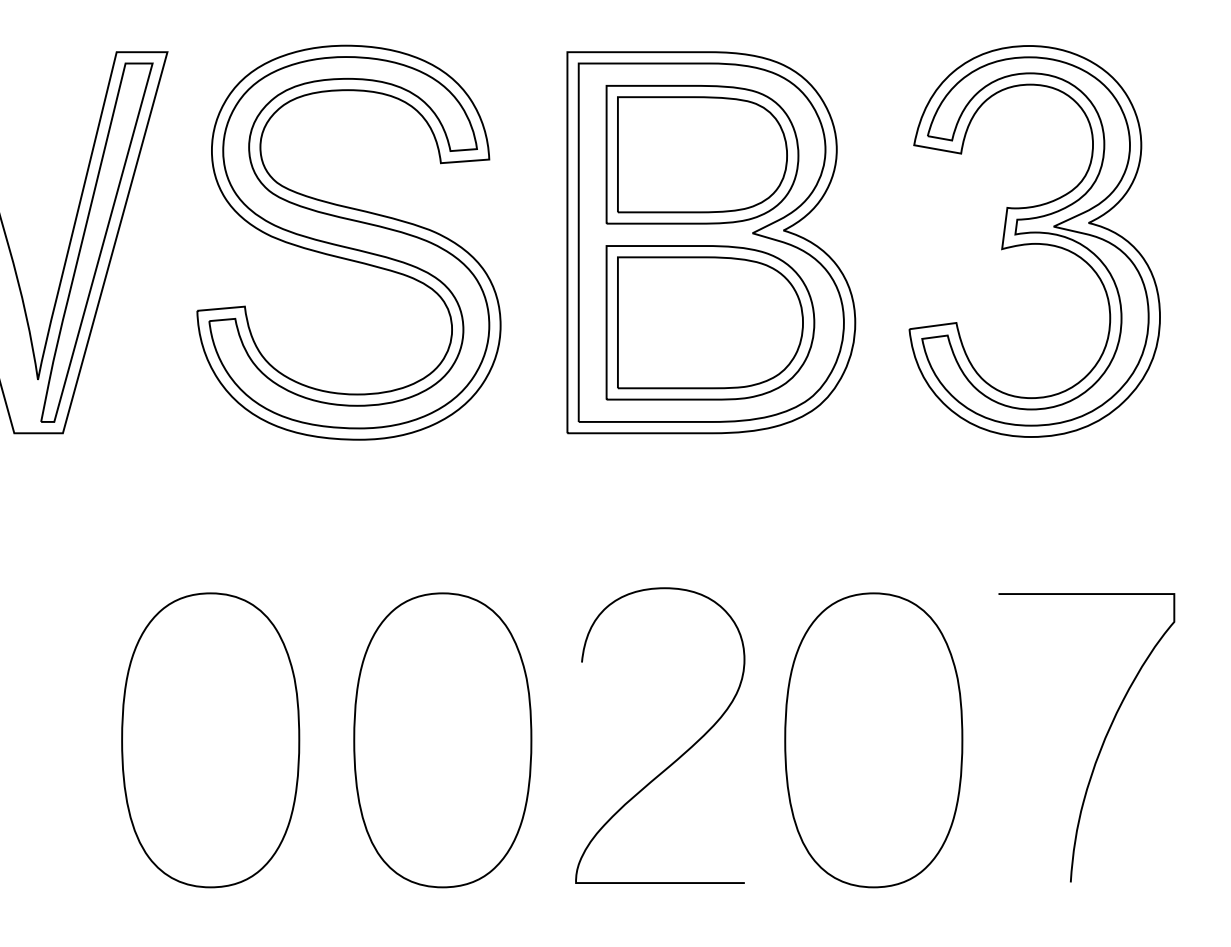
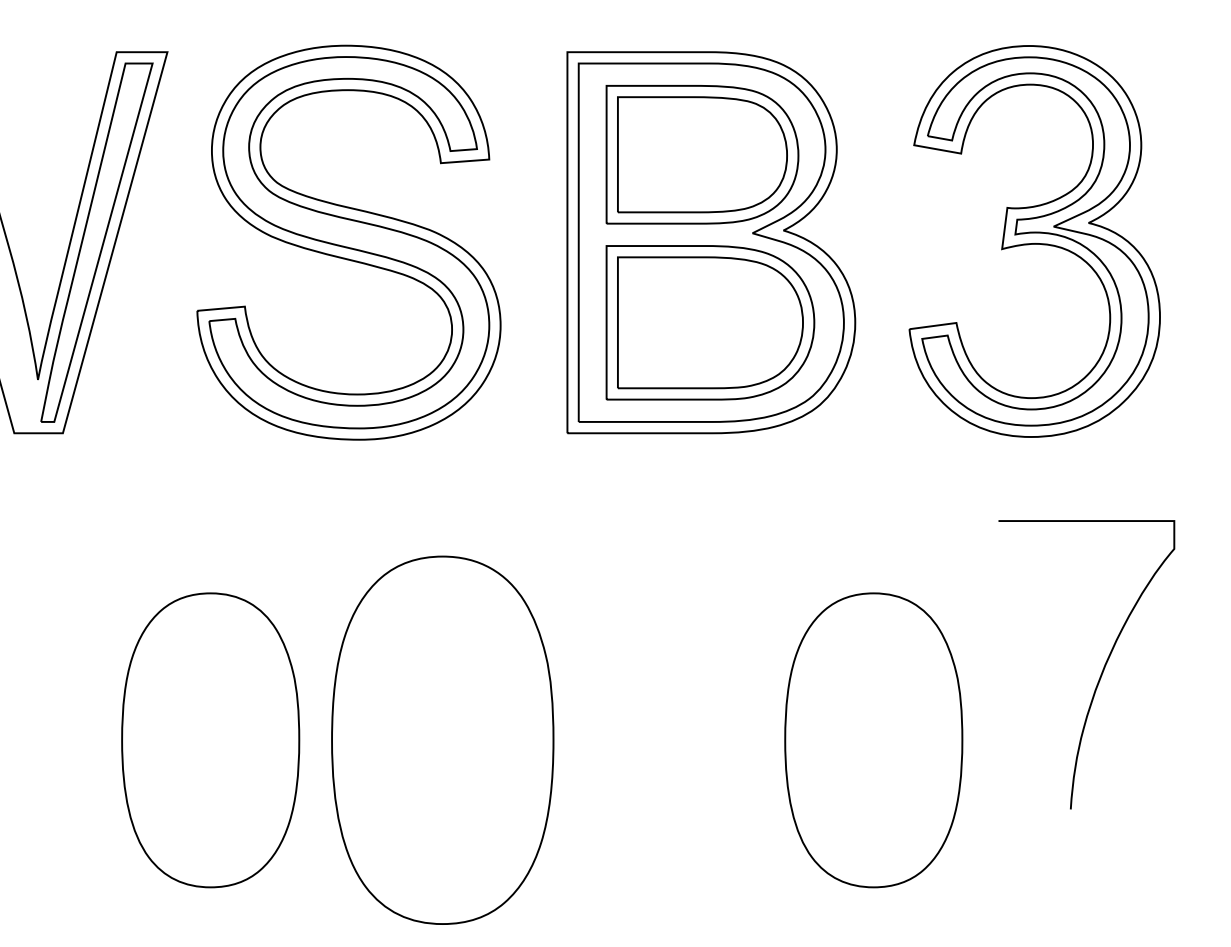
part at (442, 740) size: 180x297 px -> 224x370 px
curve at (1101, 744) position: (1101, 744) -> (1101, 671)
curve at (680, 755): present -> none
